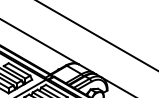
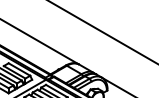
line at (96, 35) position: (96, 35) -> (102, 32)
